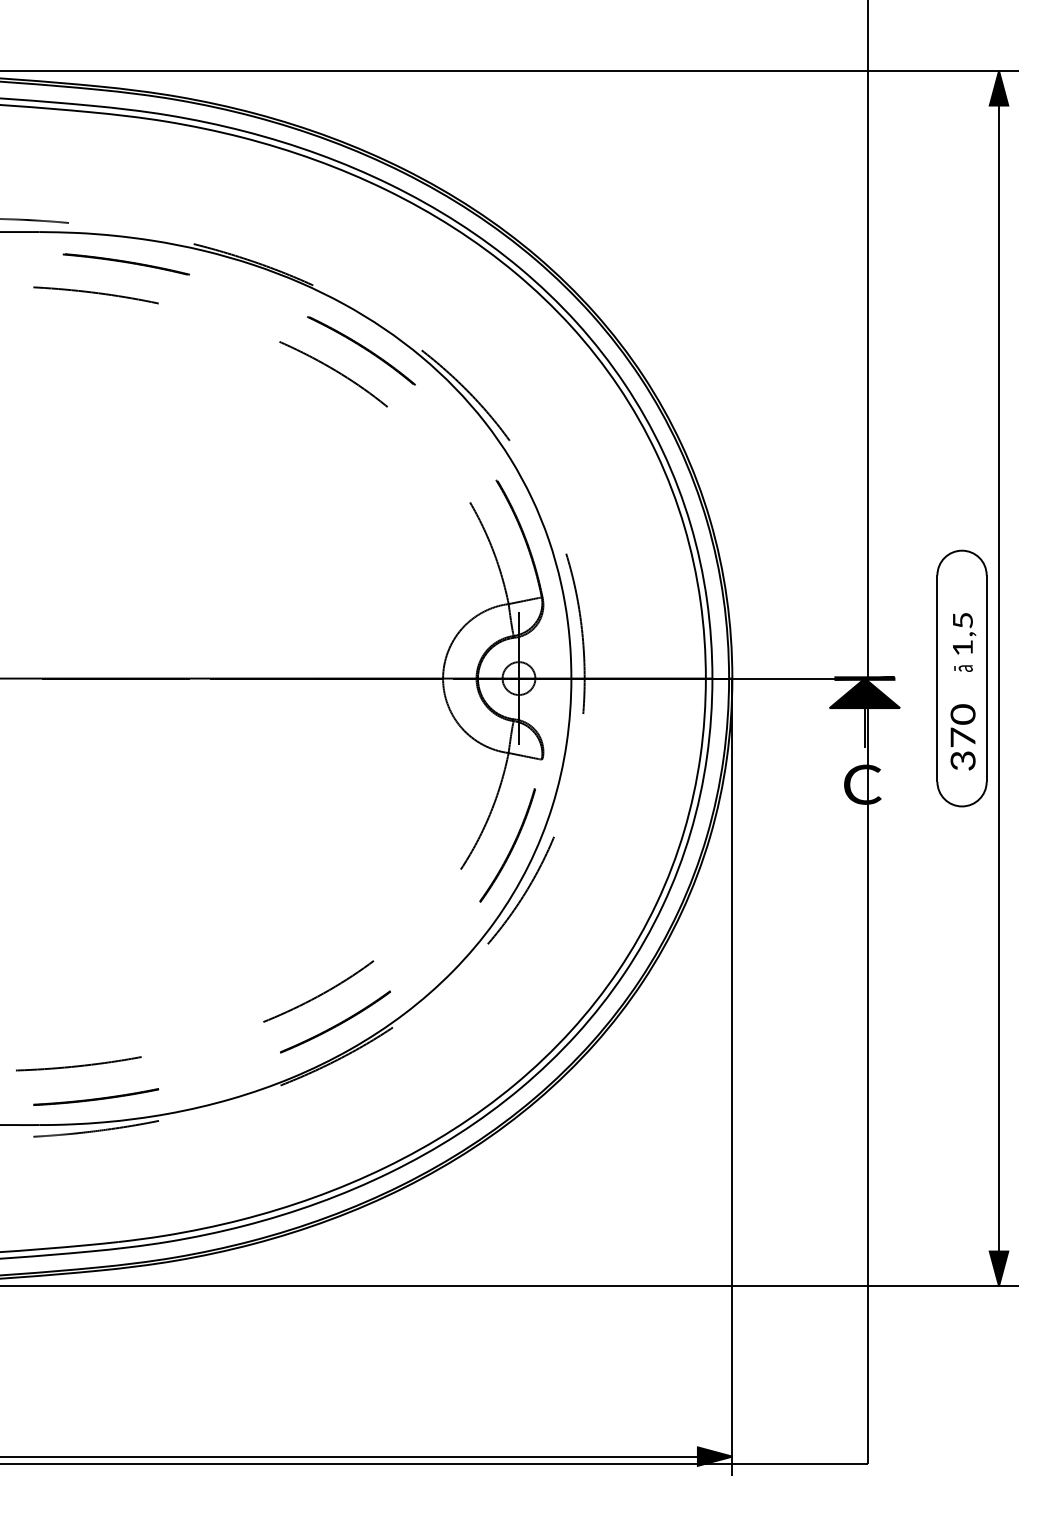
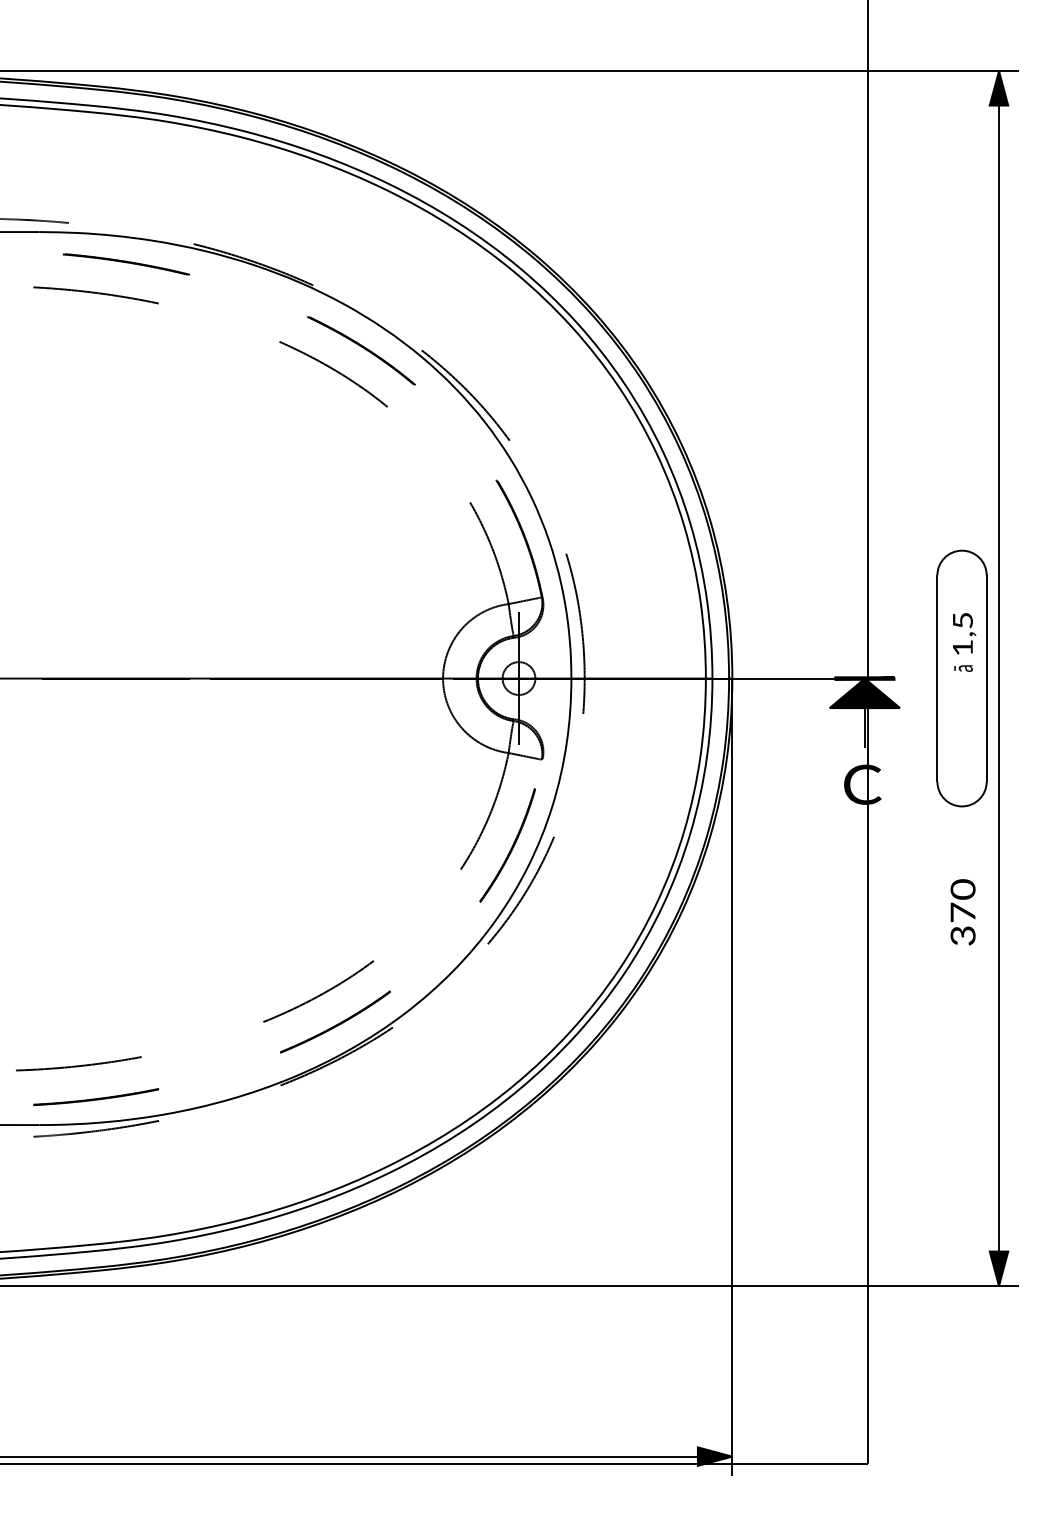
text at (962, 737) position: (962, 737) -> (962, 912)
